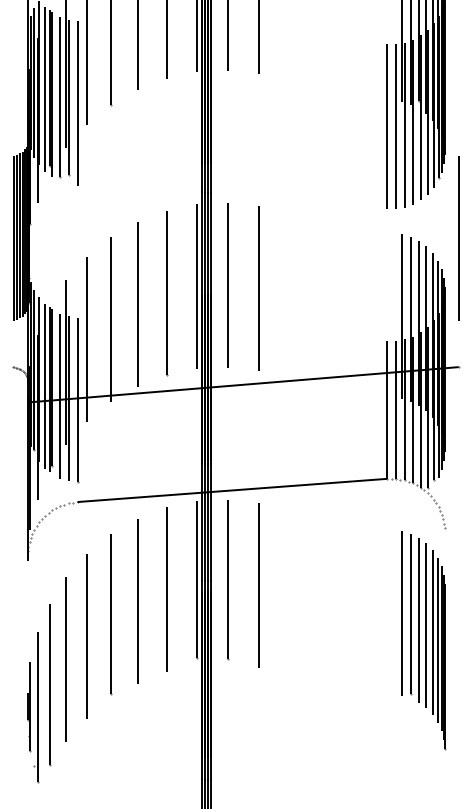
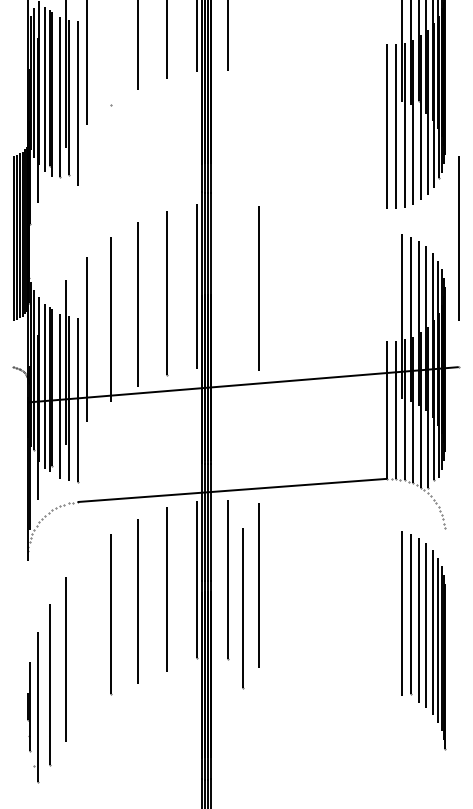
line at (259, 38): present -> none
line at (110, 53): present -> none
line at (227, 285): present -> none
line at (243, 608): none -> present
line at (86, 636): present -> none
